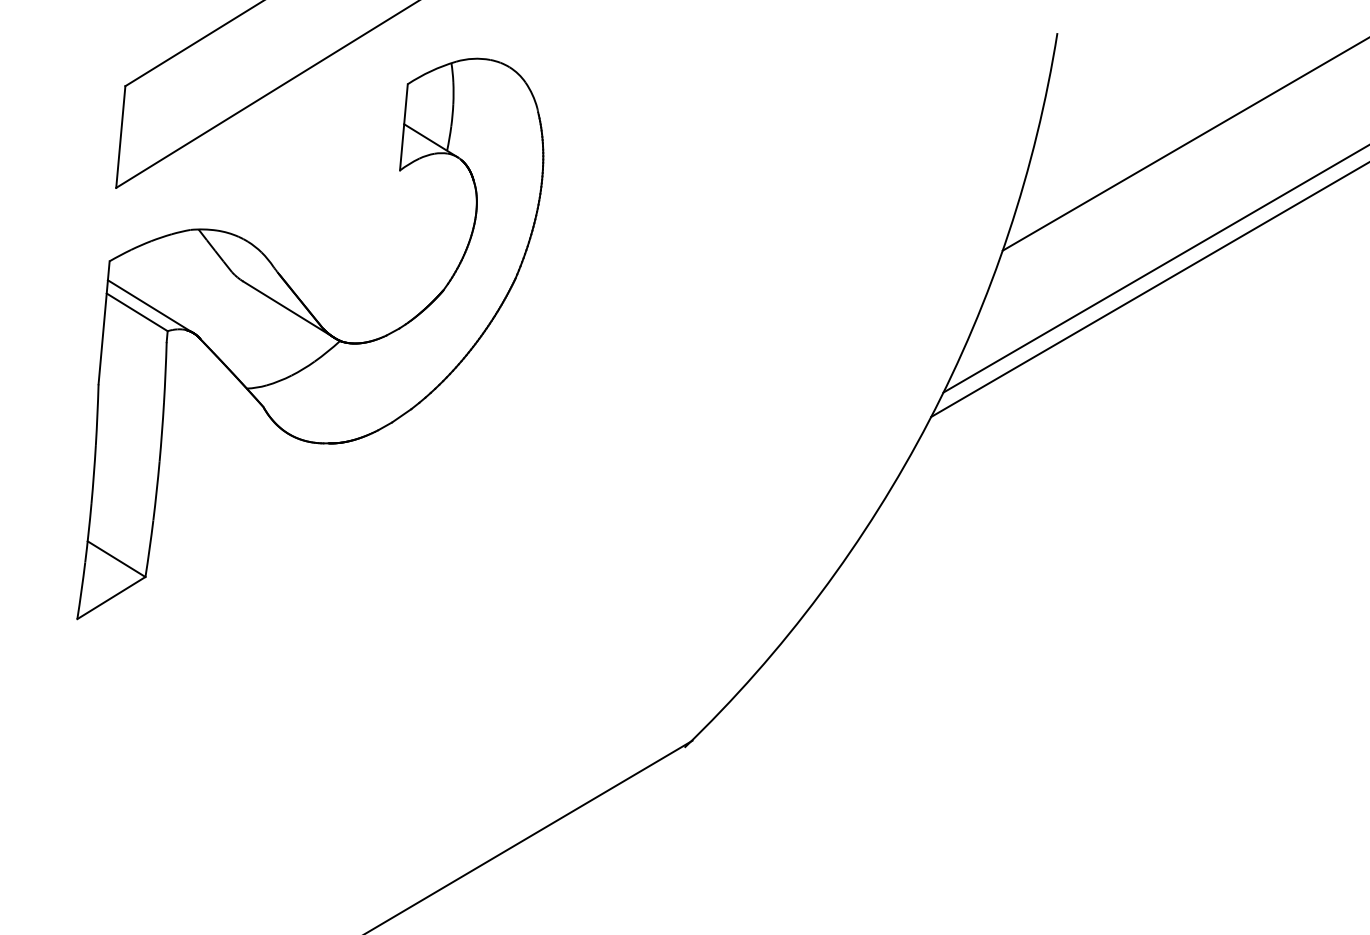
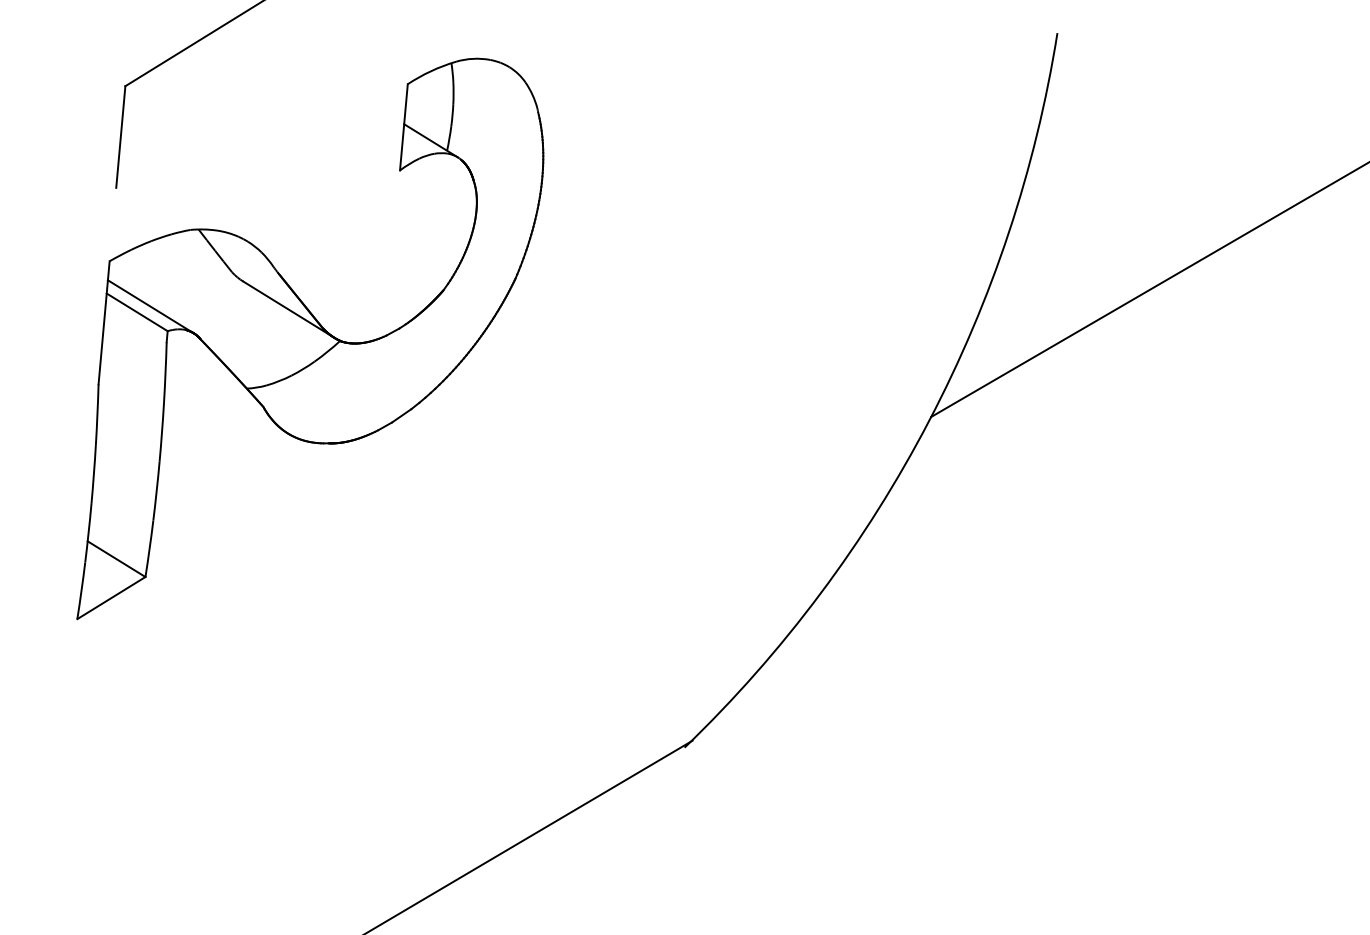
line at (266, 94): present -> none
line at (1184, 144): present -> none
line at (1154, 269): present -> none
